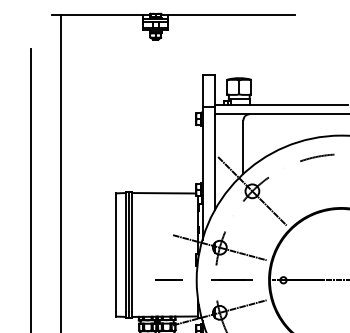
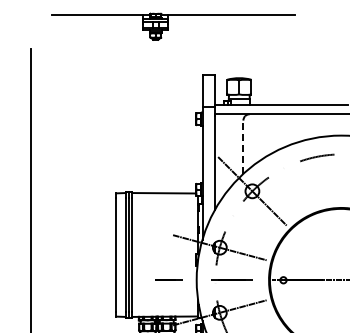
line at (243, 147): solid -> dashed
line at (61, 172): present -> none
